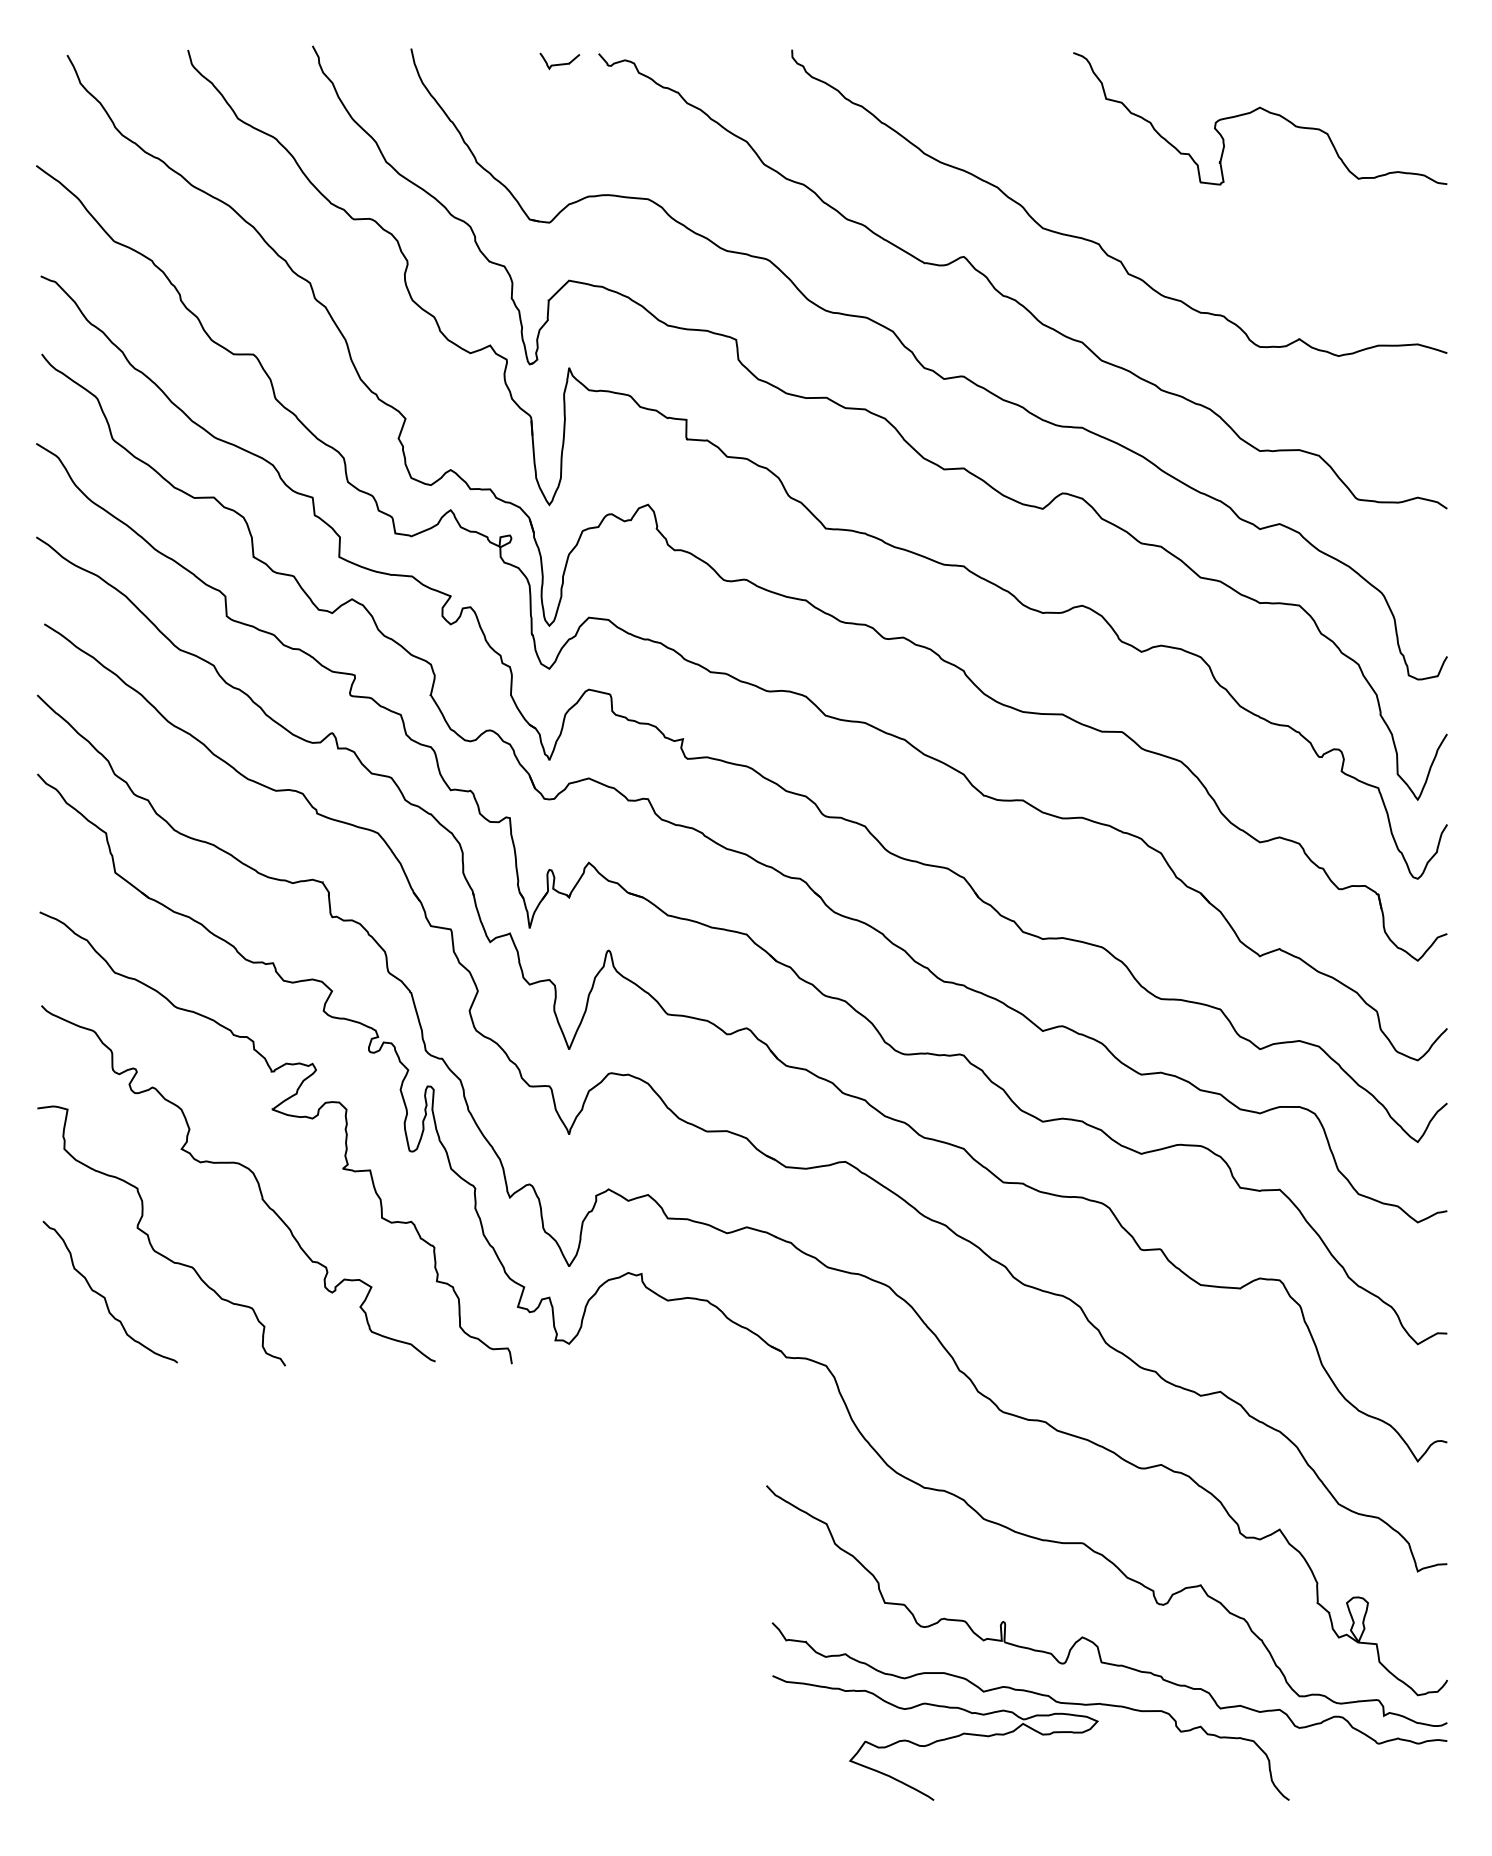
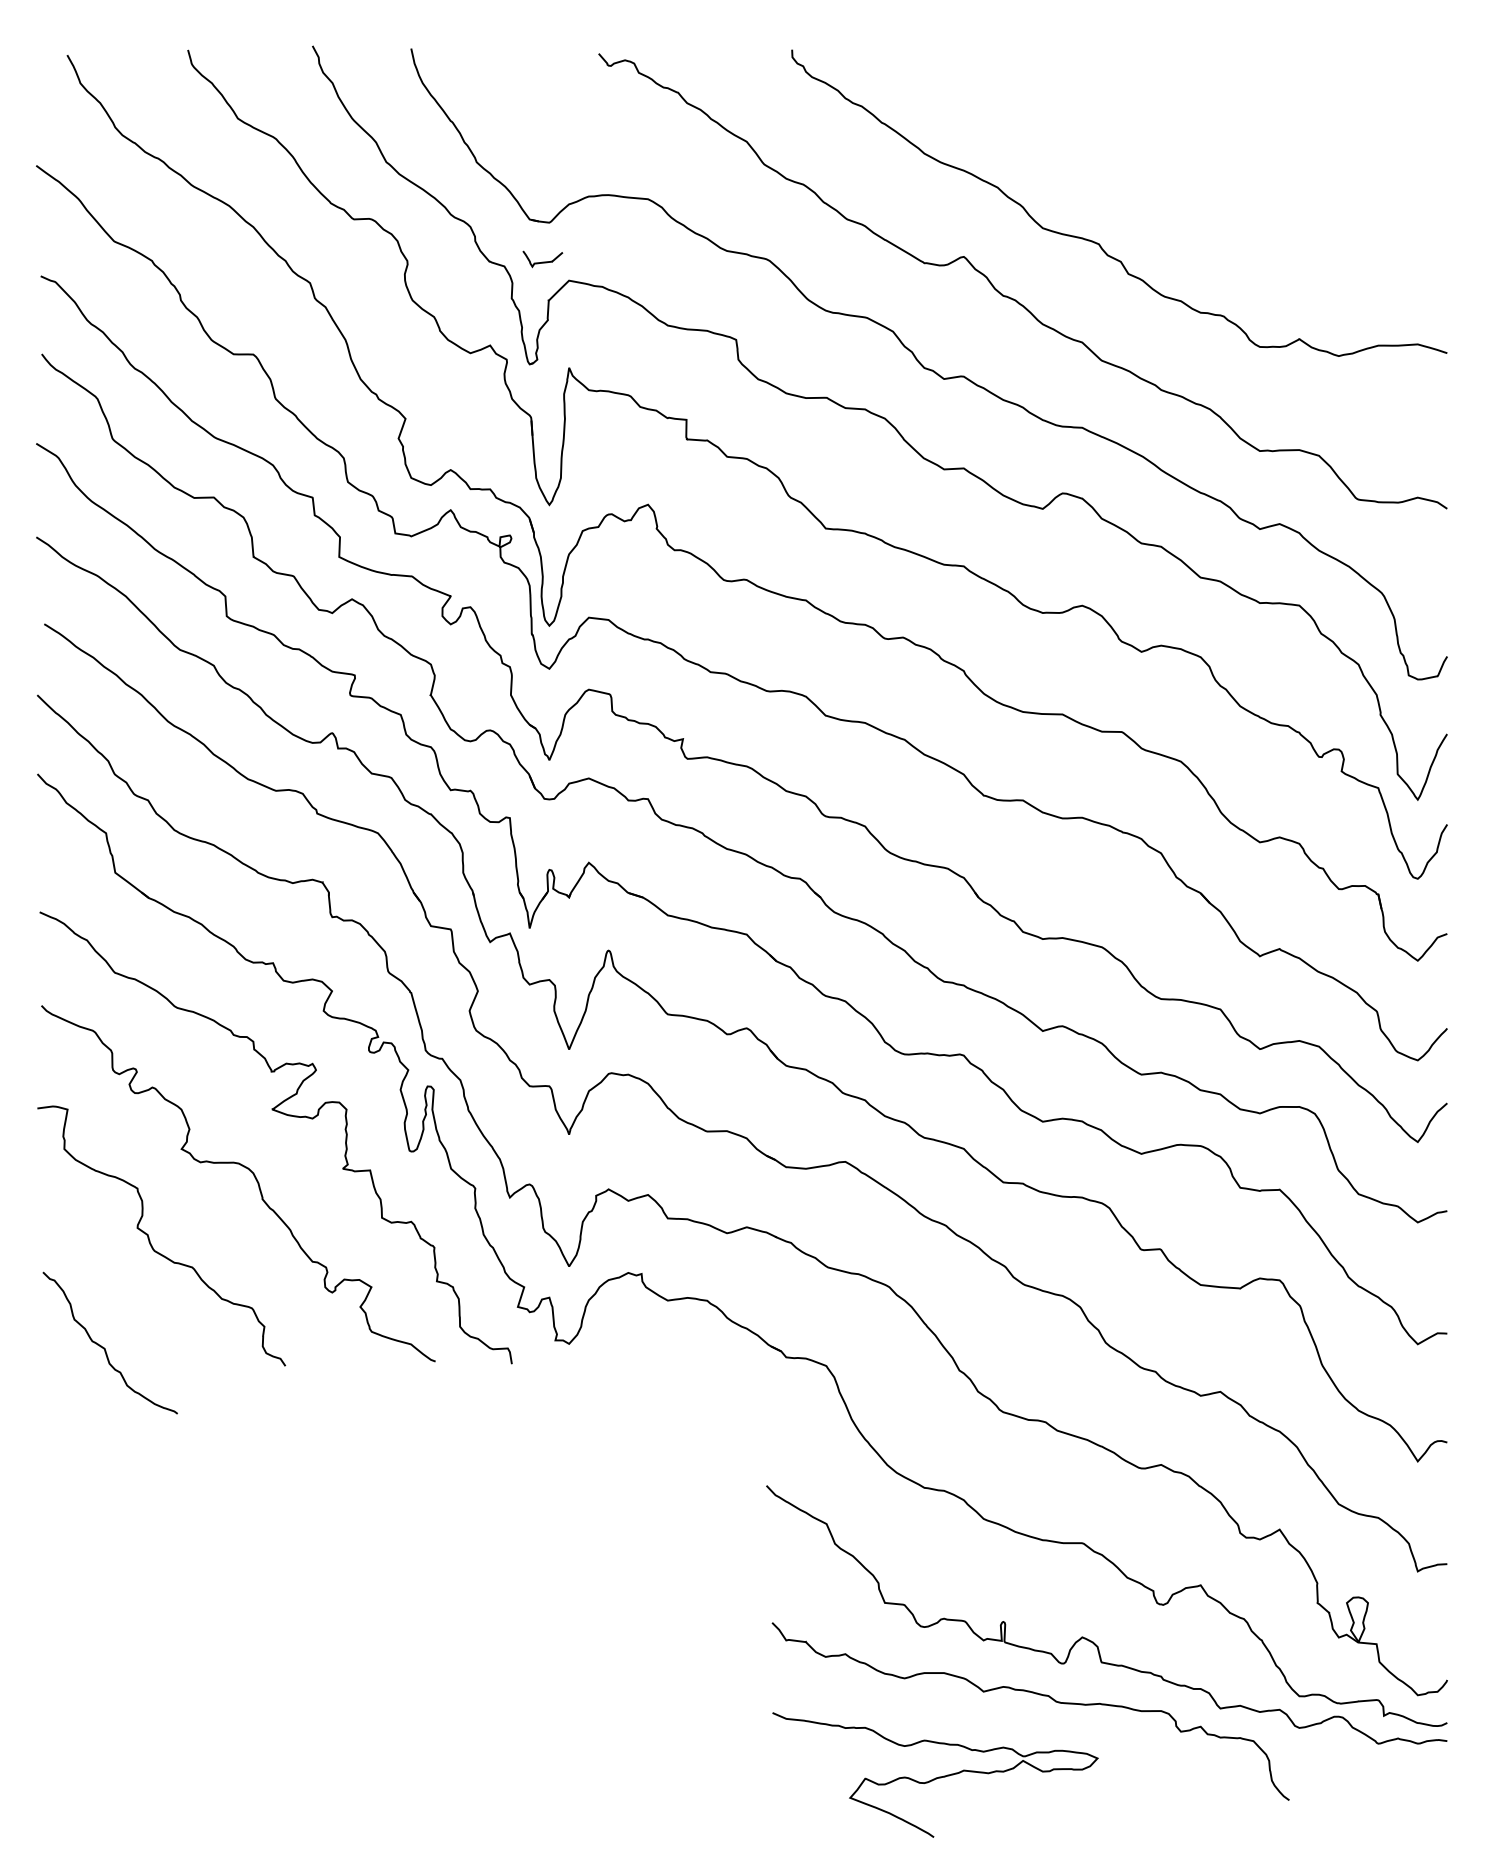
curve at (559, 63) position: (559, 63) -> (542, 261)
curve at (1263, 110): present -> none
curve at (104, 1296) position: (104, 1296) -> (104, 1347)
curve at (935, 1740) position: (935, 1740) -> (935, 1777)
